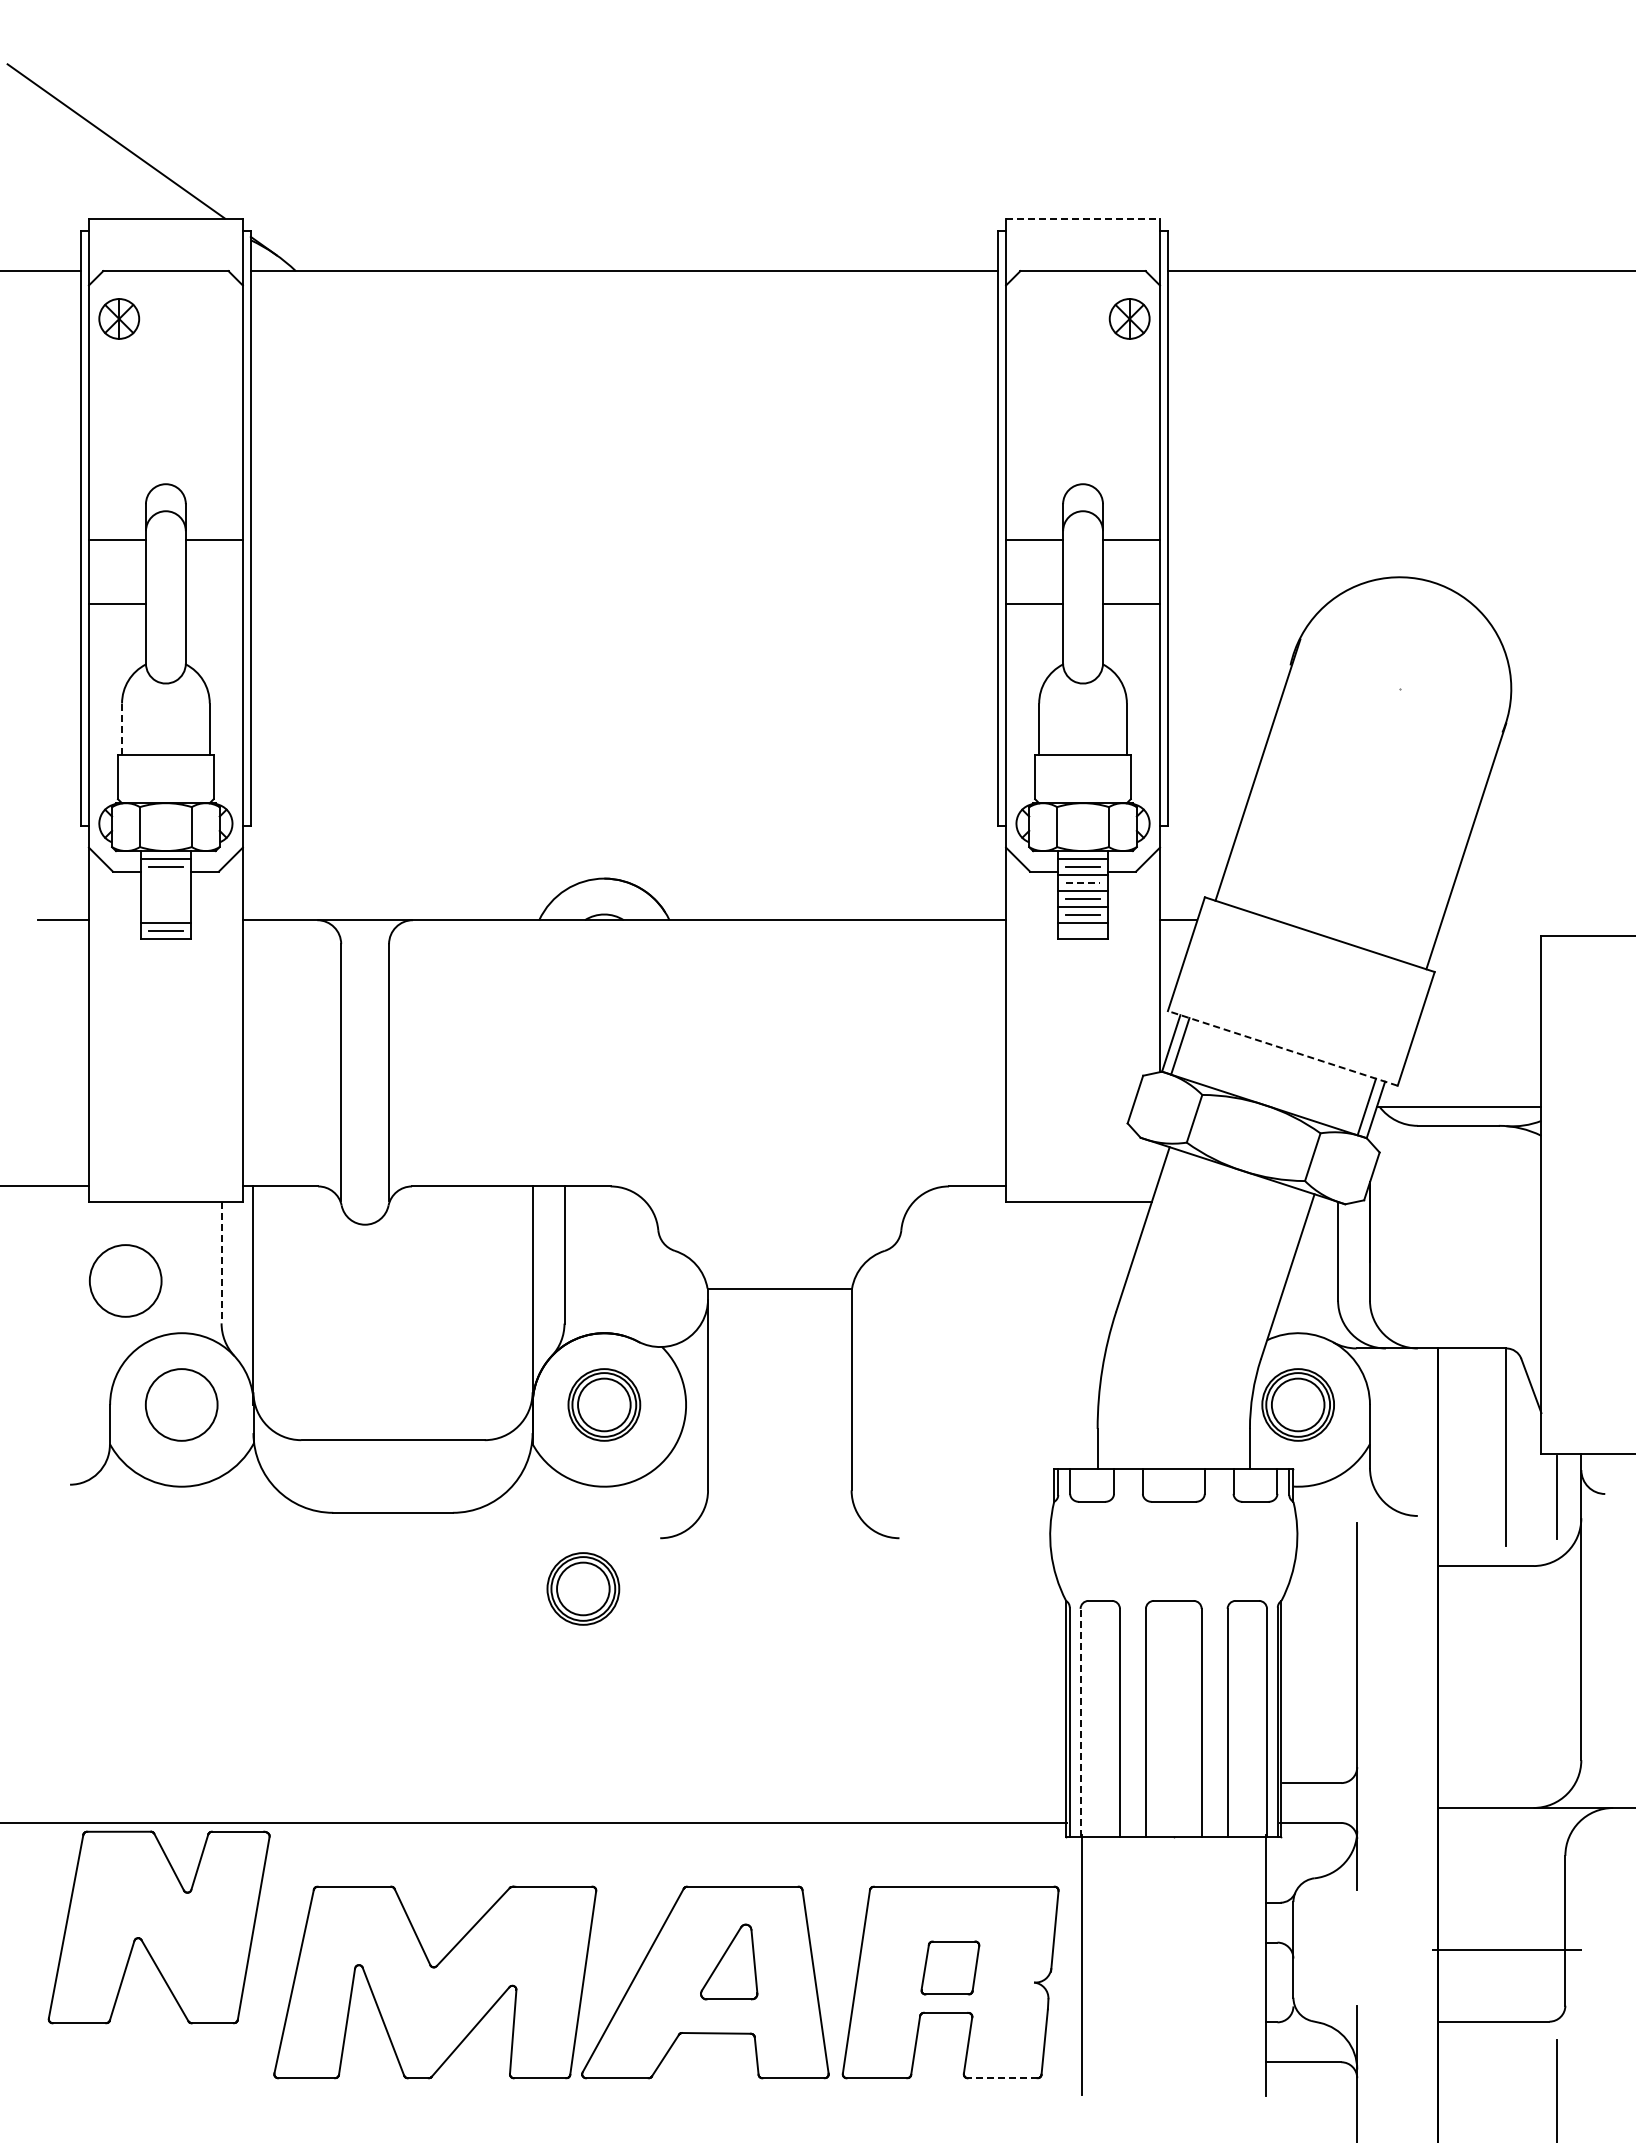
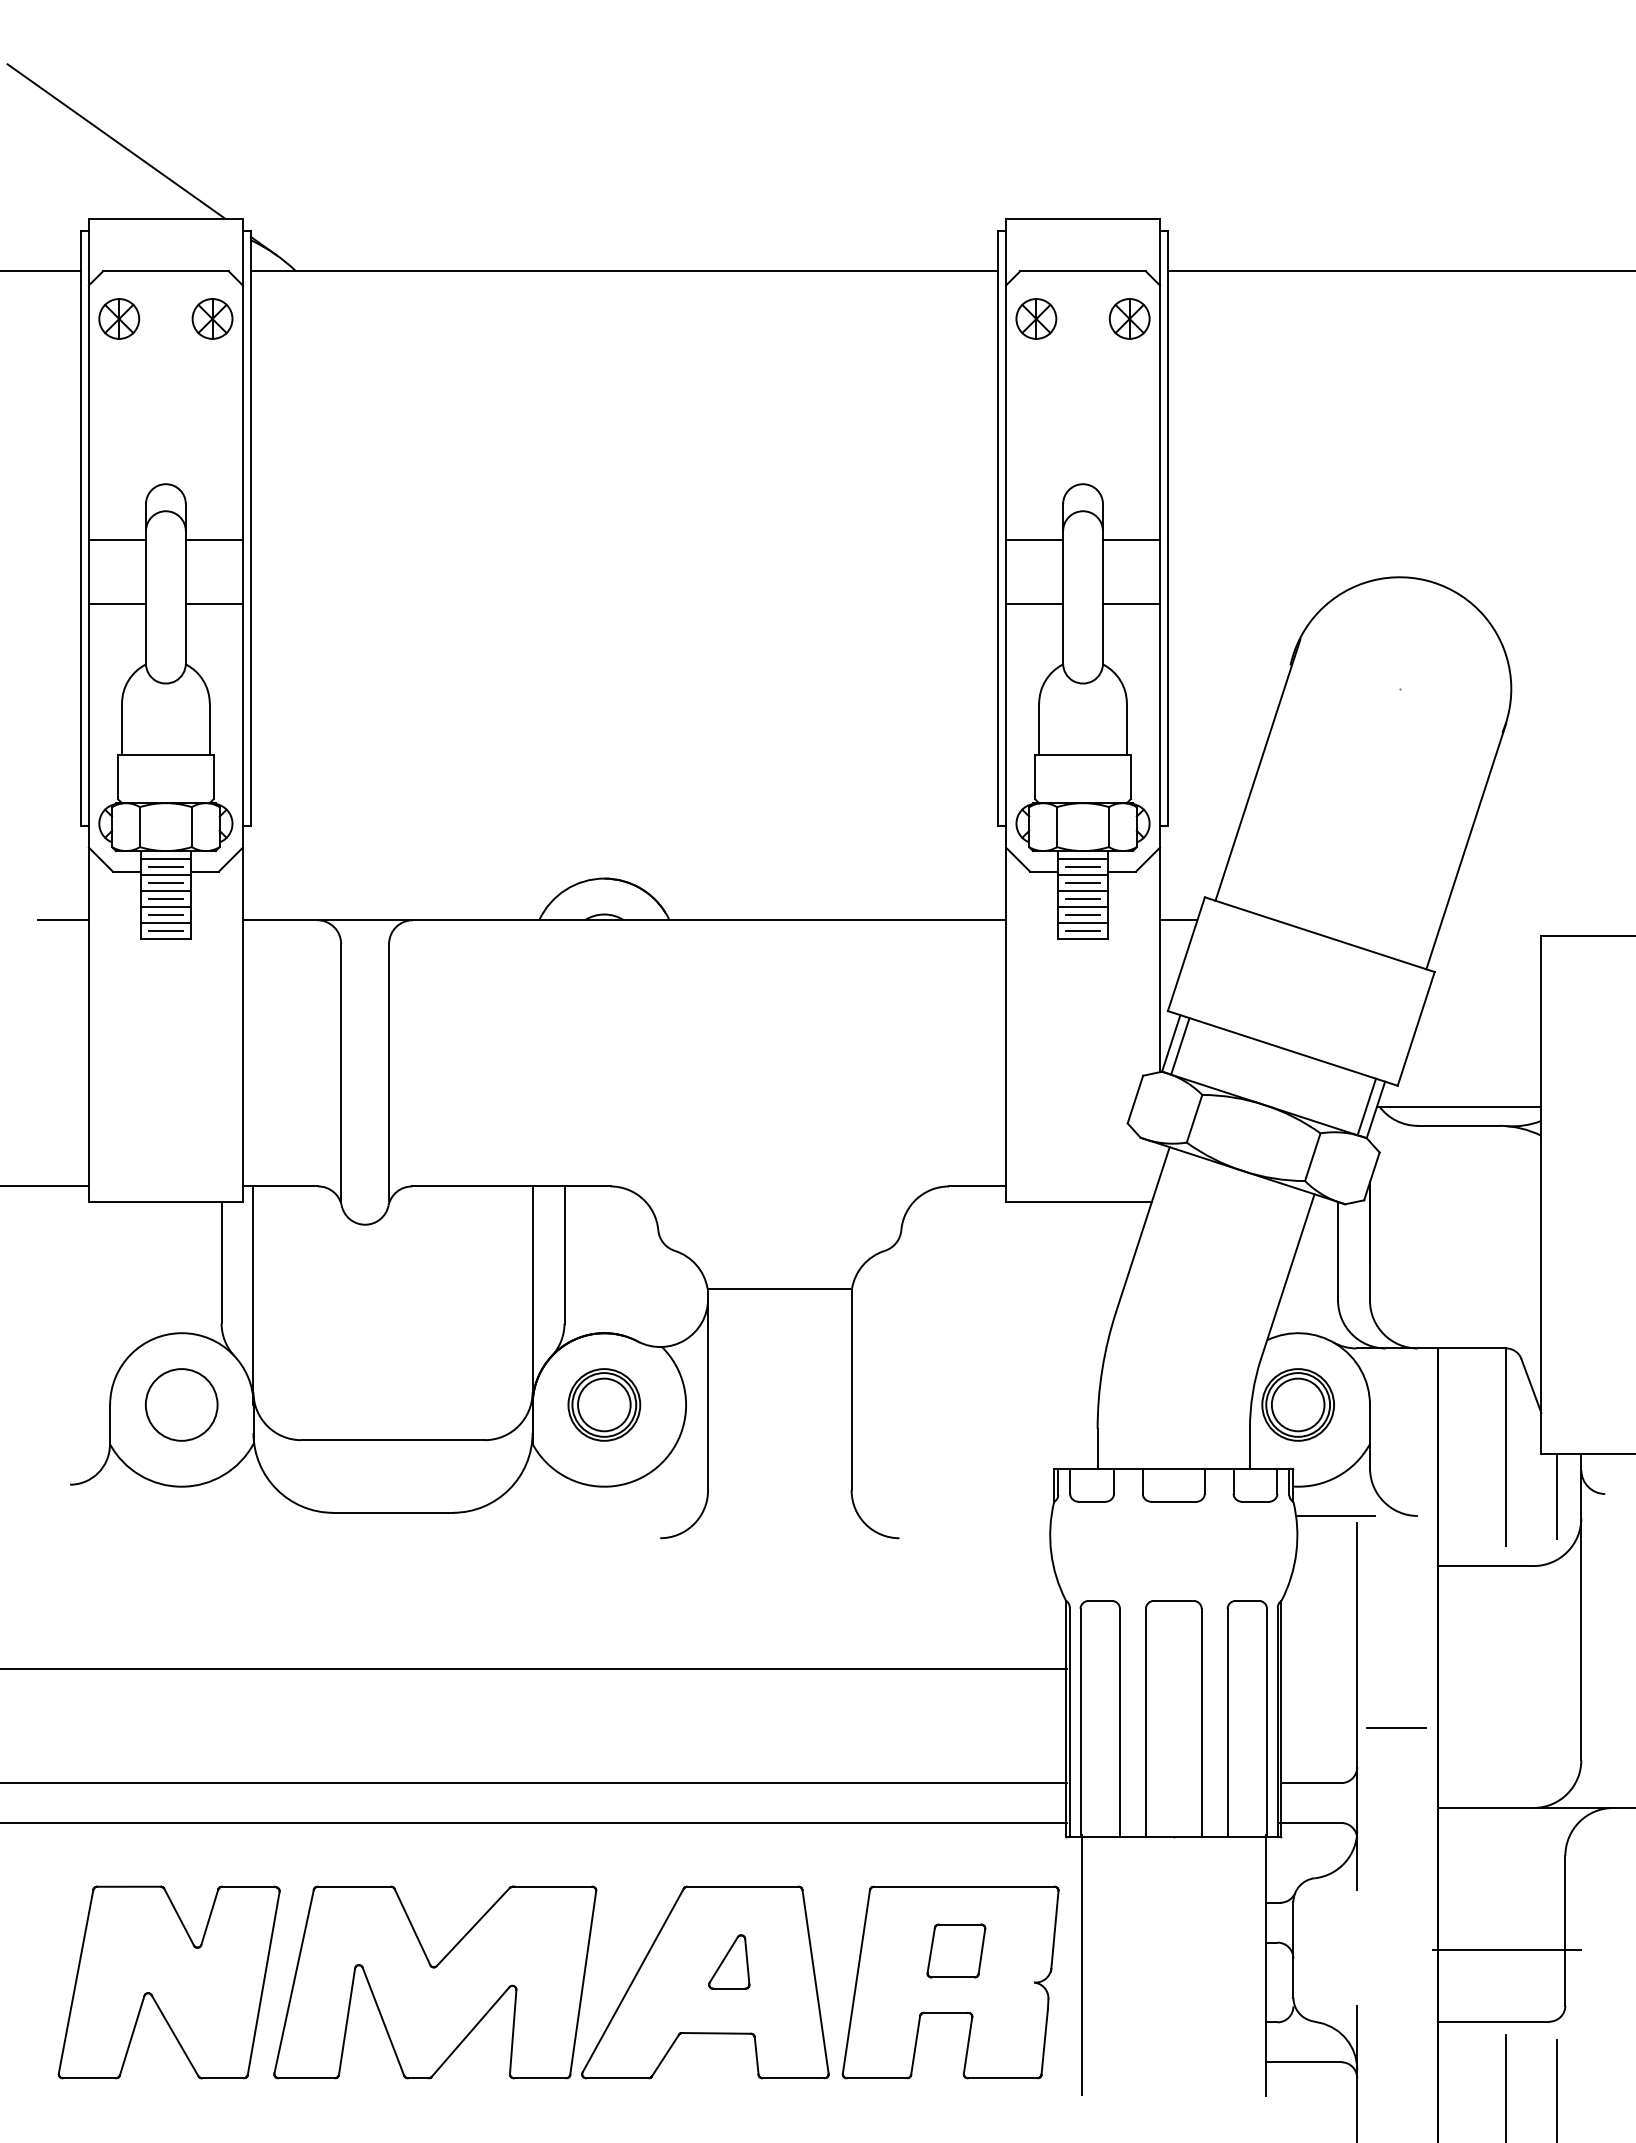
line at (1083, 218): dashed -> solid
part at (212, 318): none -> present
part at (1036, 318): none -> present
line at (213, 603): none -> present
line at (122, 729): dashed -> solid
line at (165, 874): none -> present
line at (165, 882): none -> present
line at (1083, 882): dashed -> solid
line at (165, 890): none -> present
line at (165, 898): none -> present
line at (165, 906): none -> present
line at (165, 914): none -> present
line at (1082, 930): none -> present
line at (1282, 1048): dashed -> solid
line at (221, 1263): dashed -> solid
circle at (125, 1280): present -> none
line at (1336, 1515): none -> present
part at (583, 1588): present -> none
line at (534, 1669): none -> present
line at (1080, 1722): dashed -> solid
line at (1396, 1727): none -> present
line at (534, 1783): none -> present
part at (158, 1927) position: (158, 1927) -> (168, 1982)
part at (729, 1961) size: 59x78 px -> 43x56 px
part at (950, 1967) position: (950, 1967) -> (956, 1950)
line at (1002, 2078): dashed -> solid
line at (1506, 2087): none -> present
